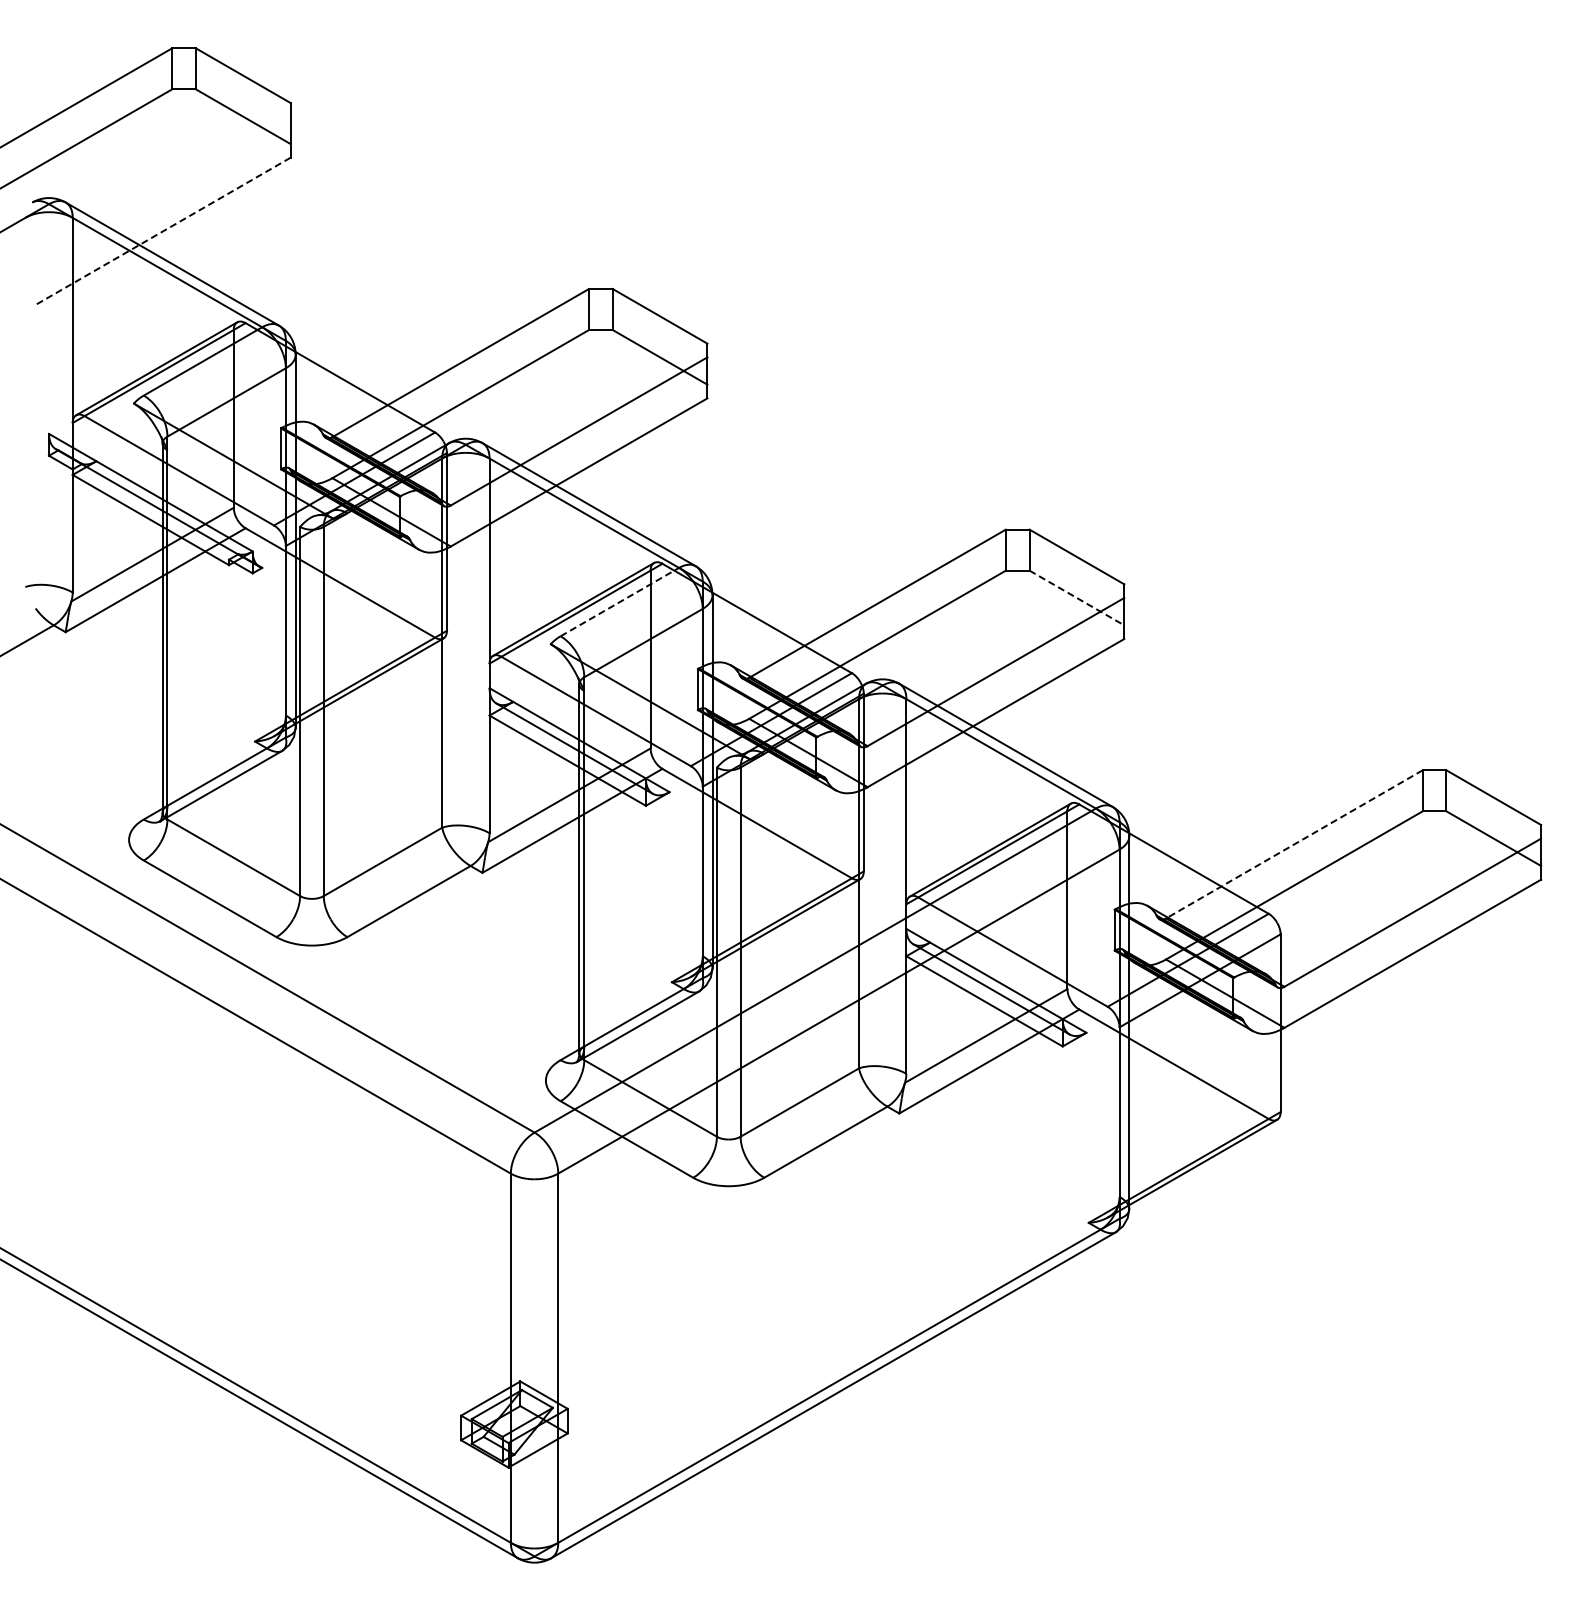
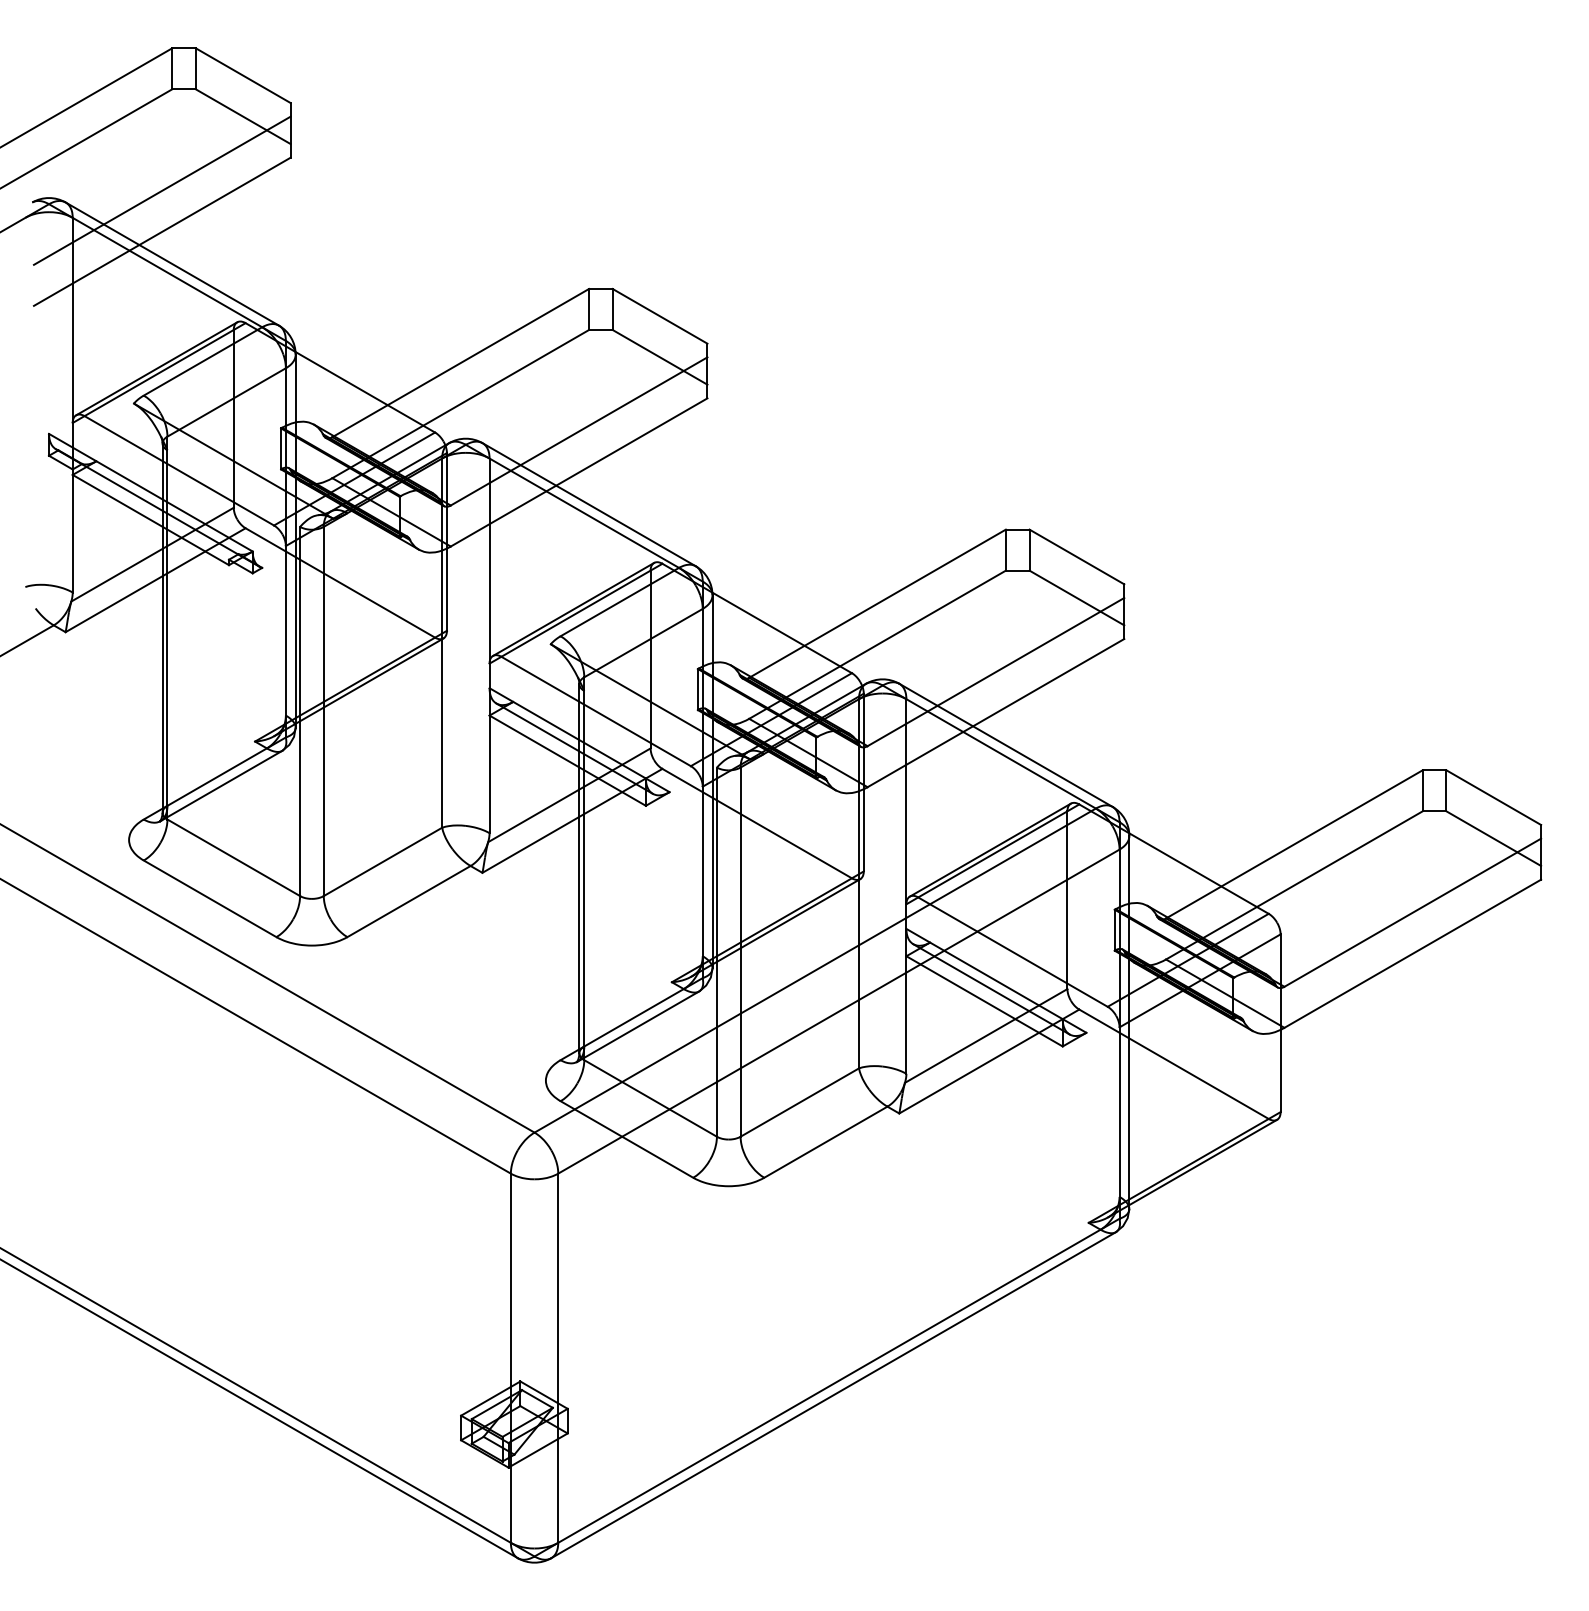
line at (161, 190): none -> present
line at (161, 232): dashed -> solid
line at (1076, 598): dashed -> solid
line at (620, 601): dashed -> solid
line at (1293, 844): dashed -> solid
